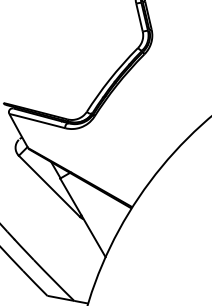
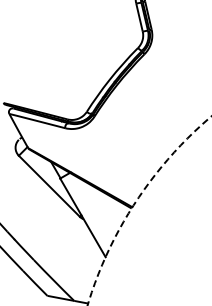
circle at (149, 210): solid -> dashed
